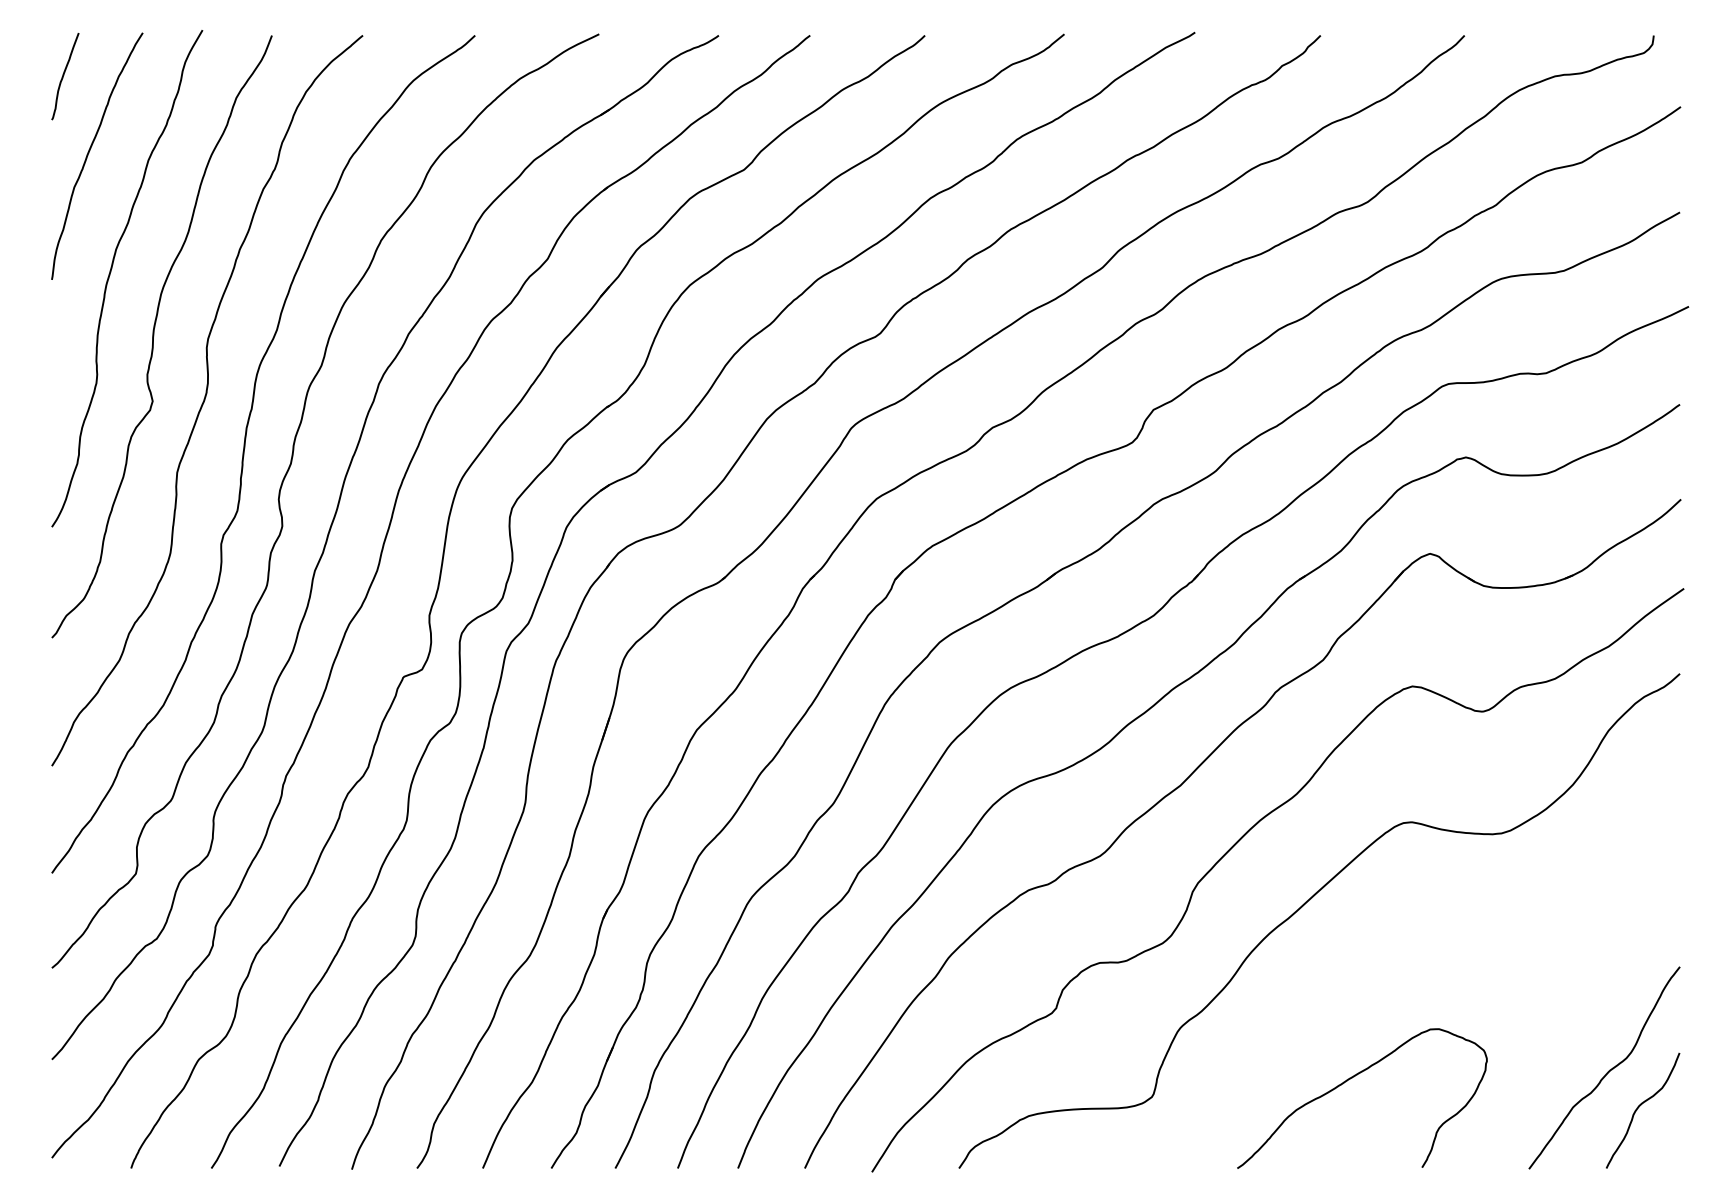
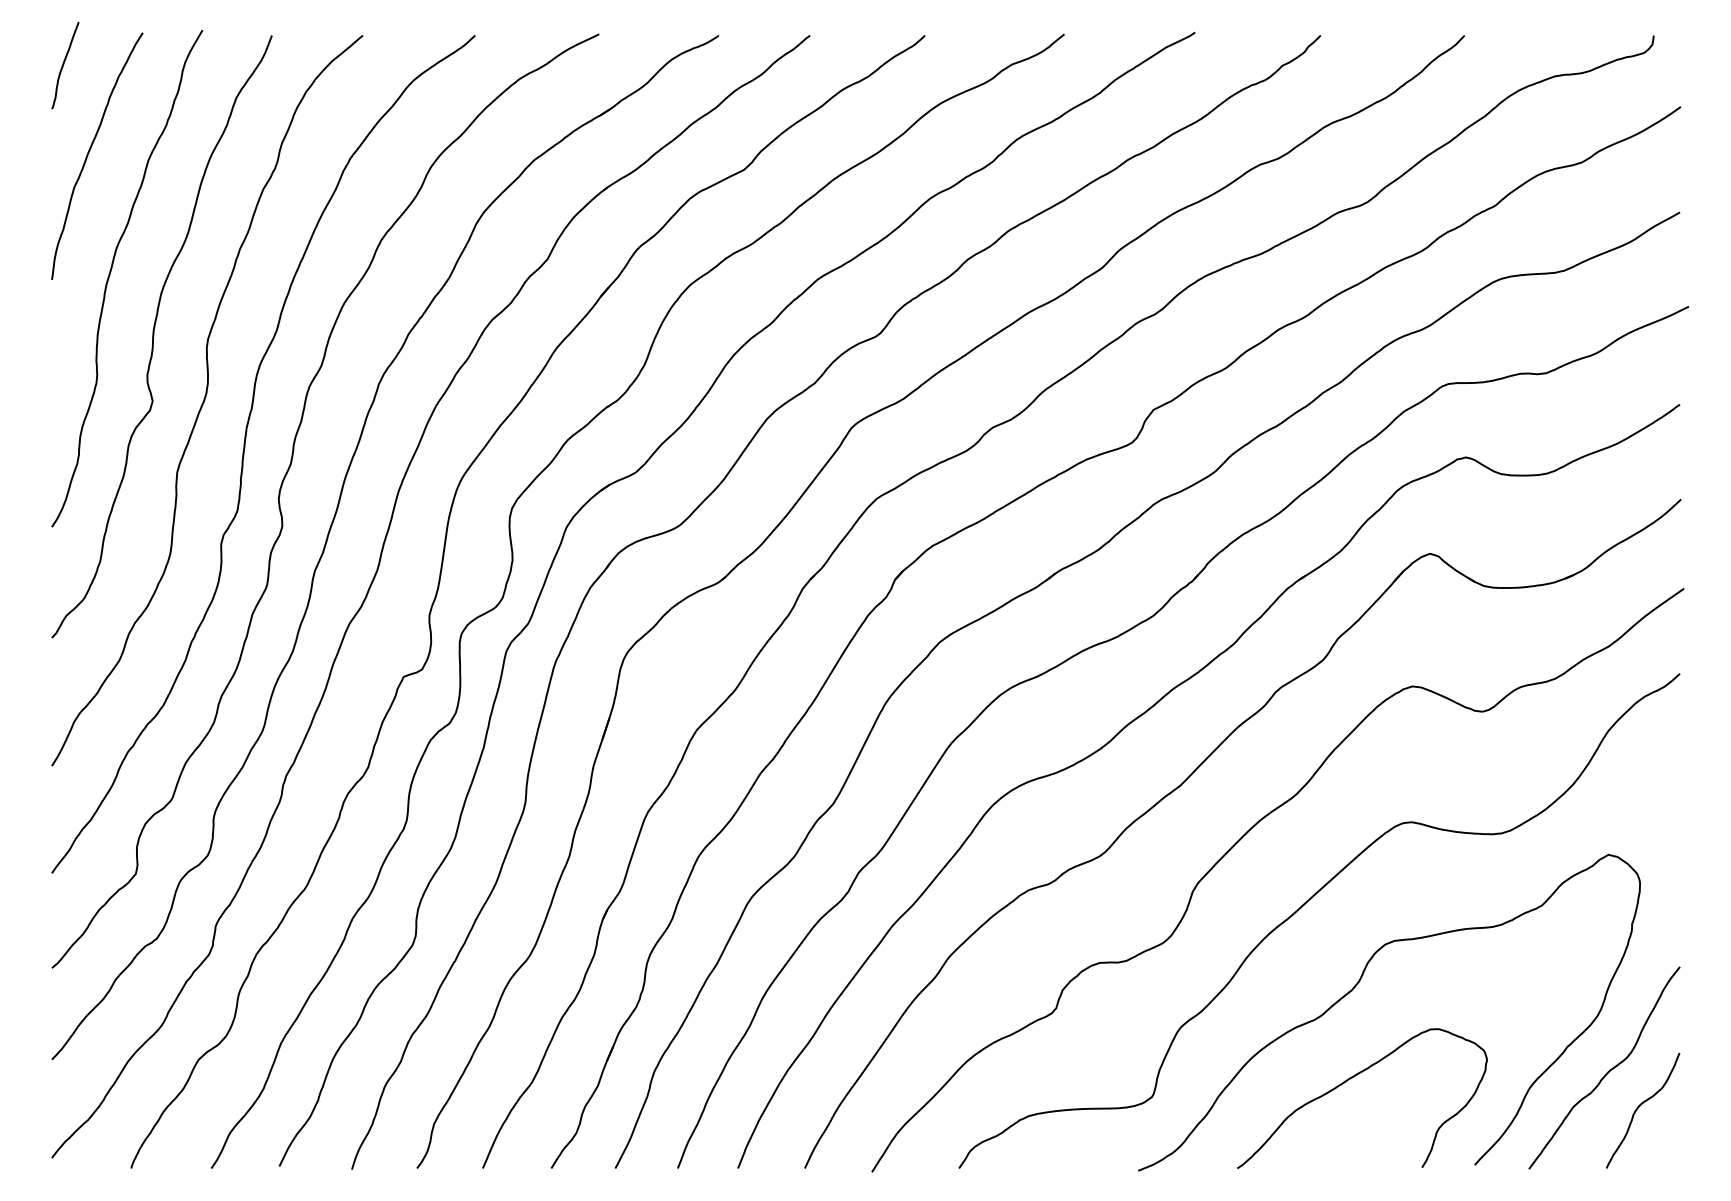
curve at (64, 75) position: (64, 75) -> (64, 64)
curve at (1357, 985): none -> present
